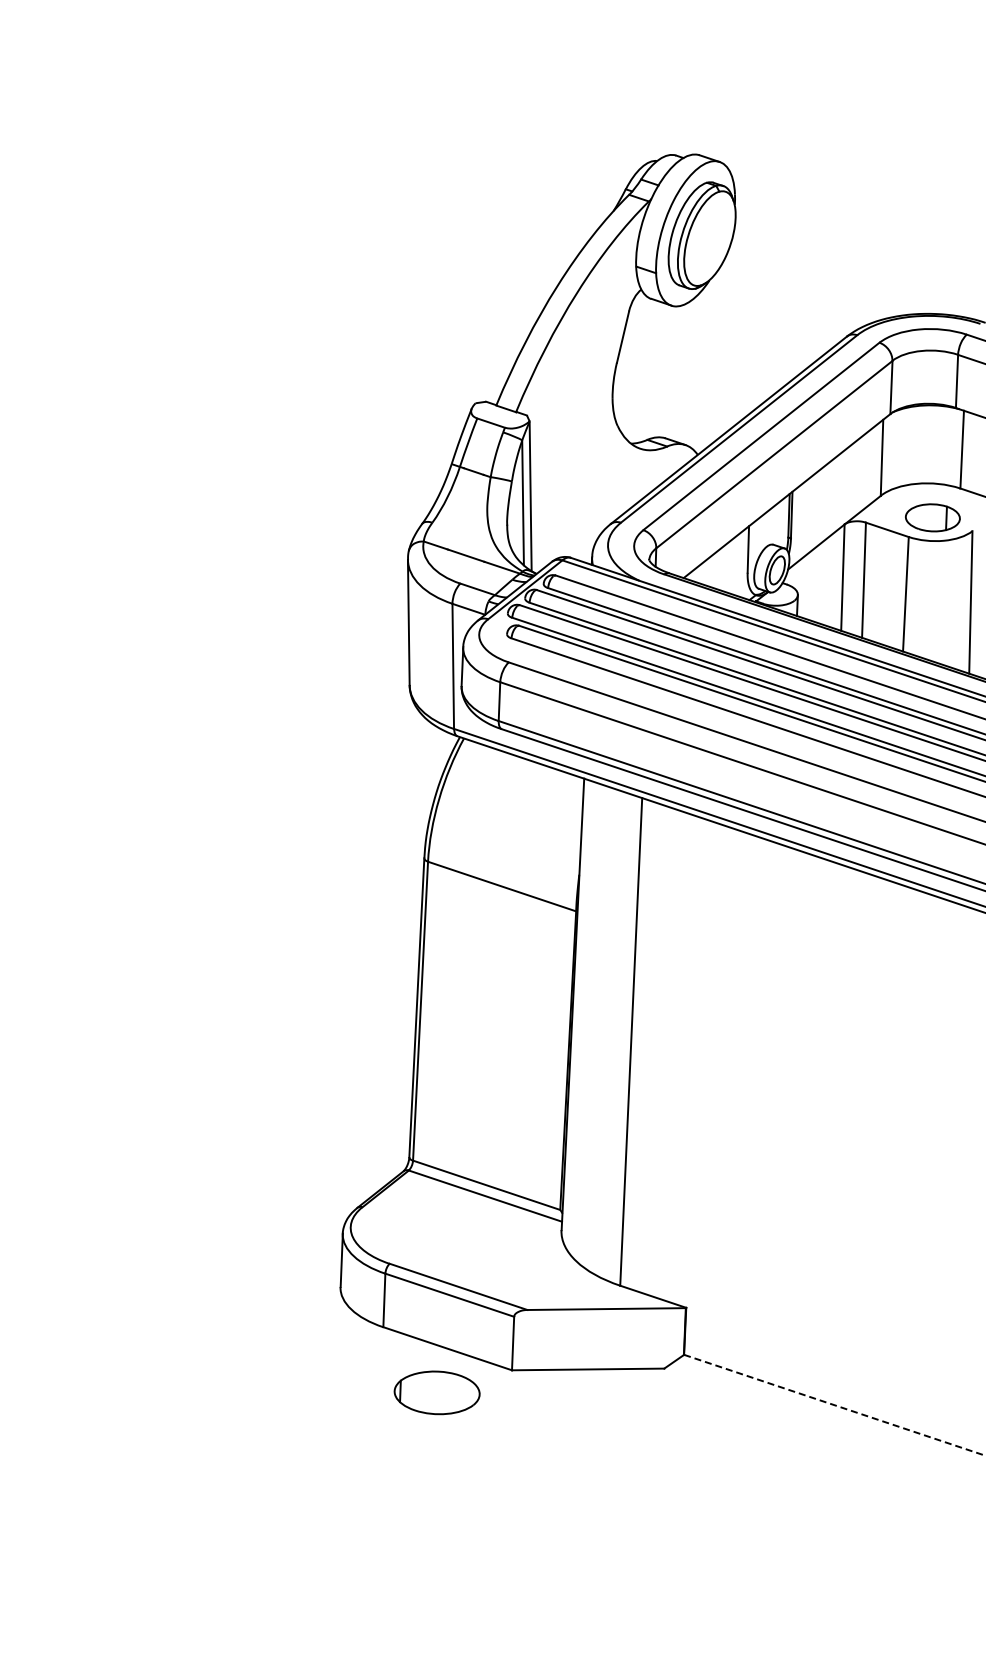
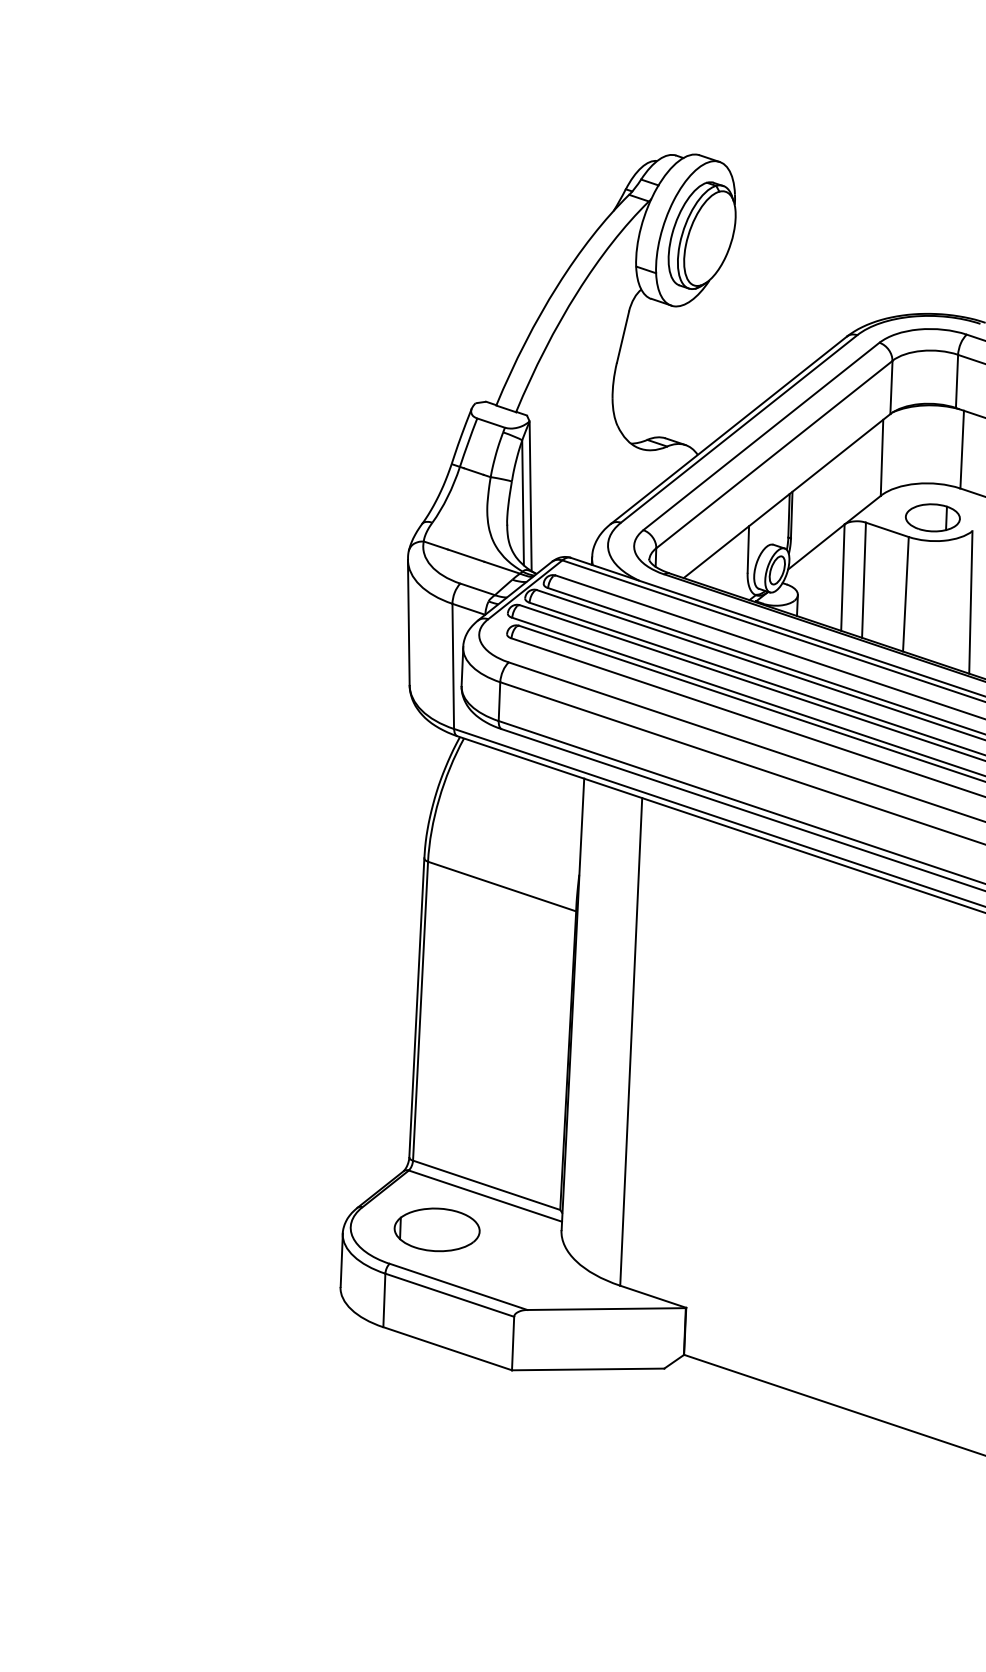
part at (436, 1392) position: (436, 1392) -> (436, 1229)
line at (834, 1405): dashed -> solid
